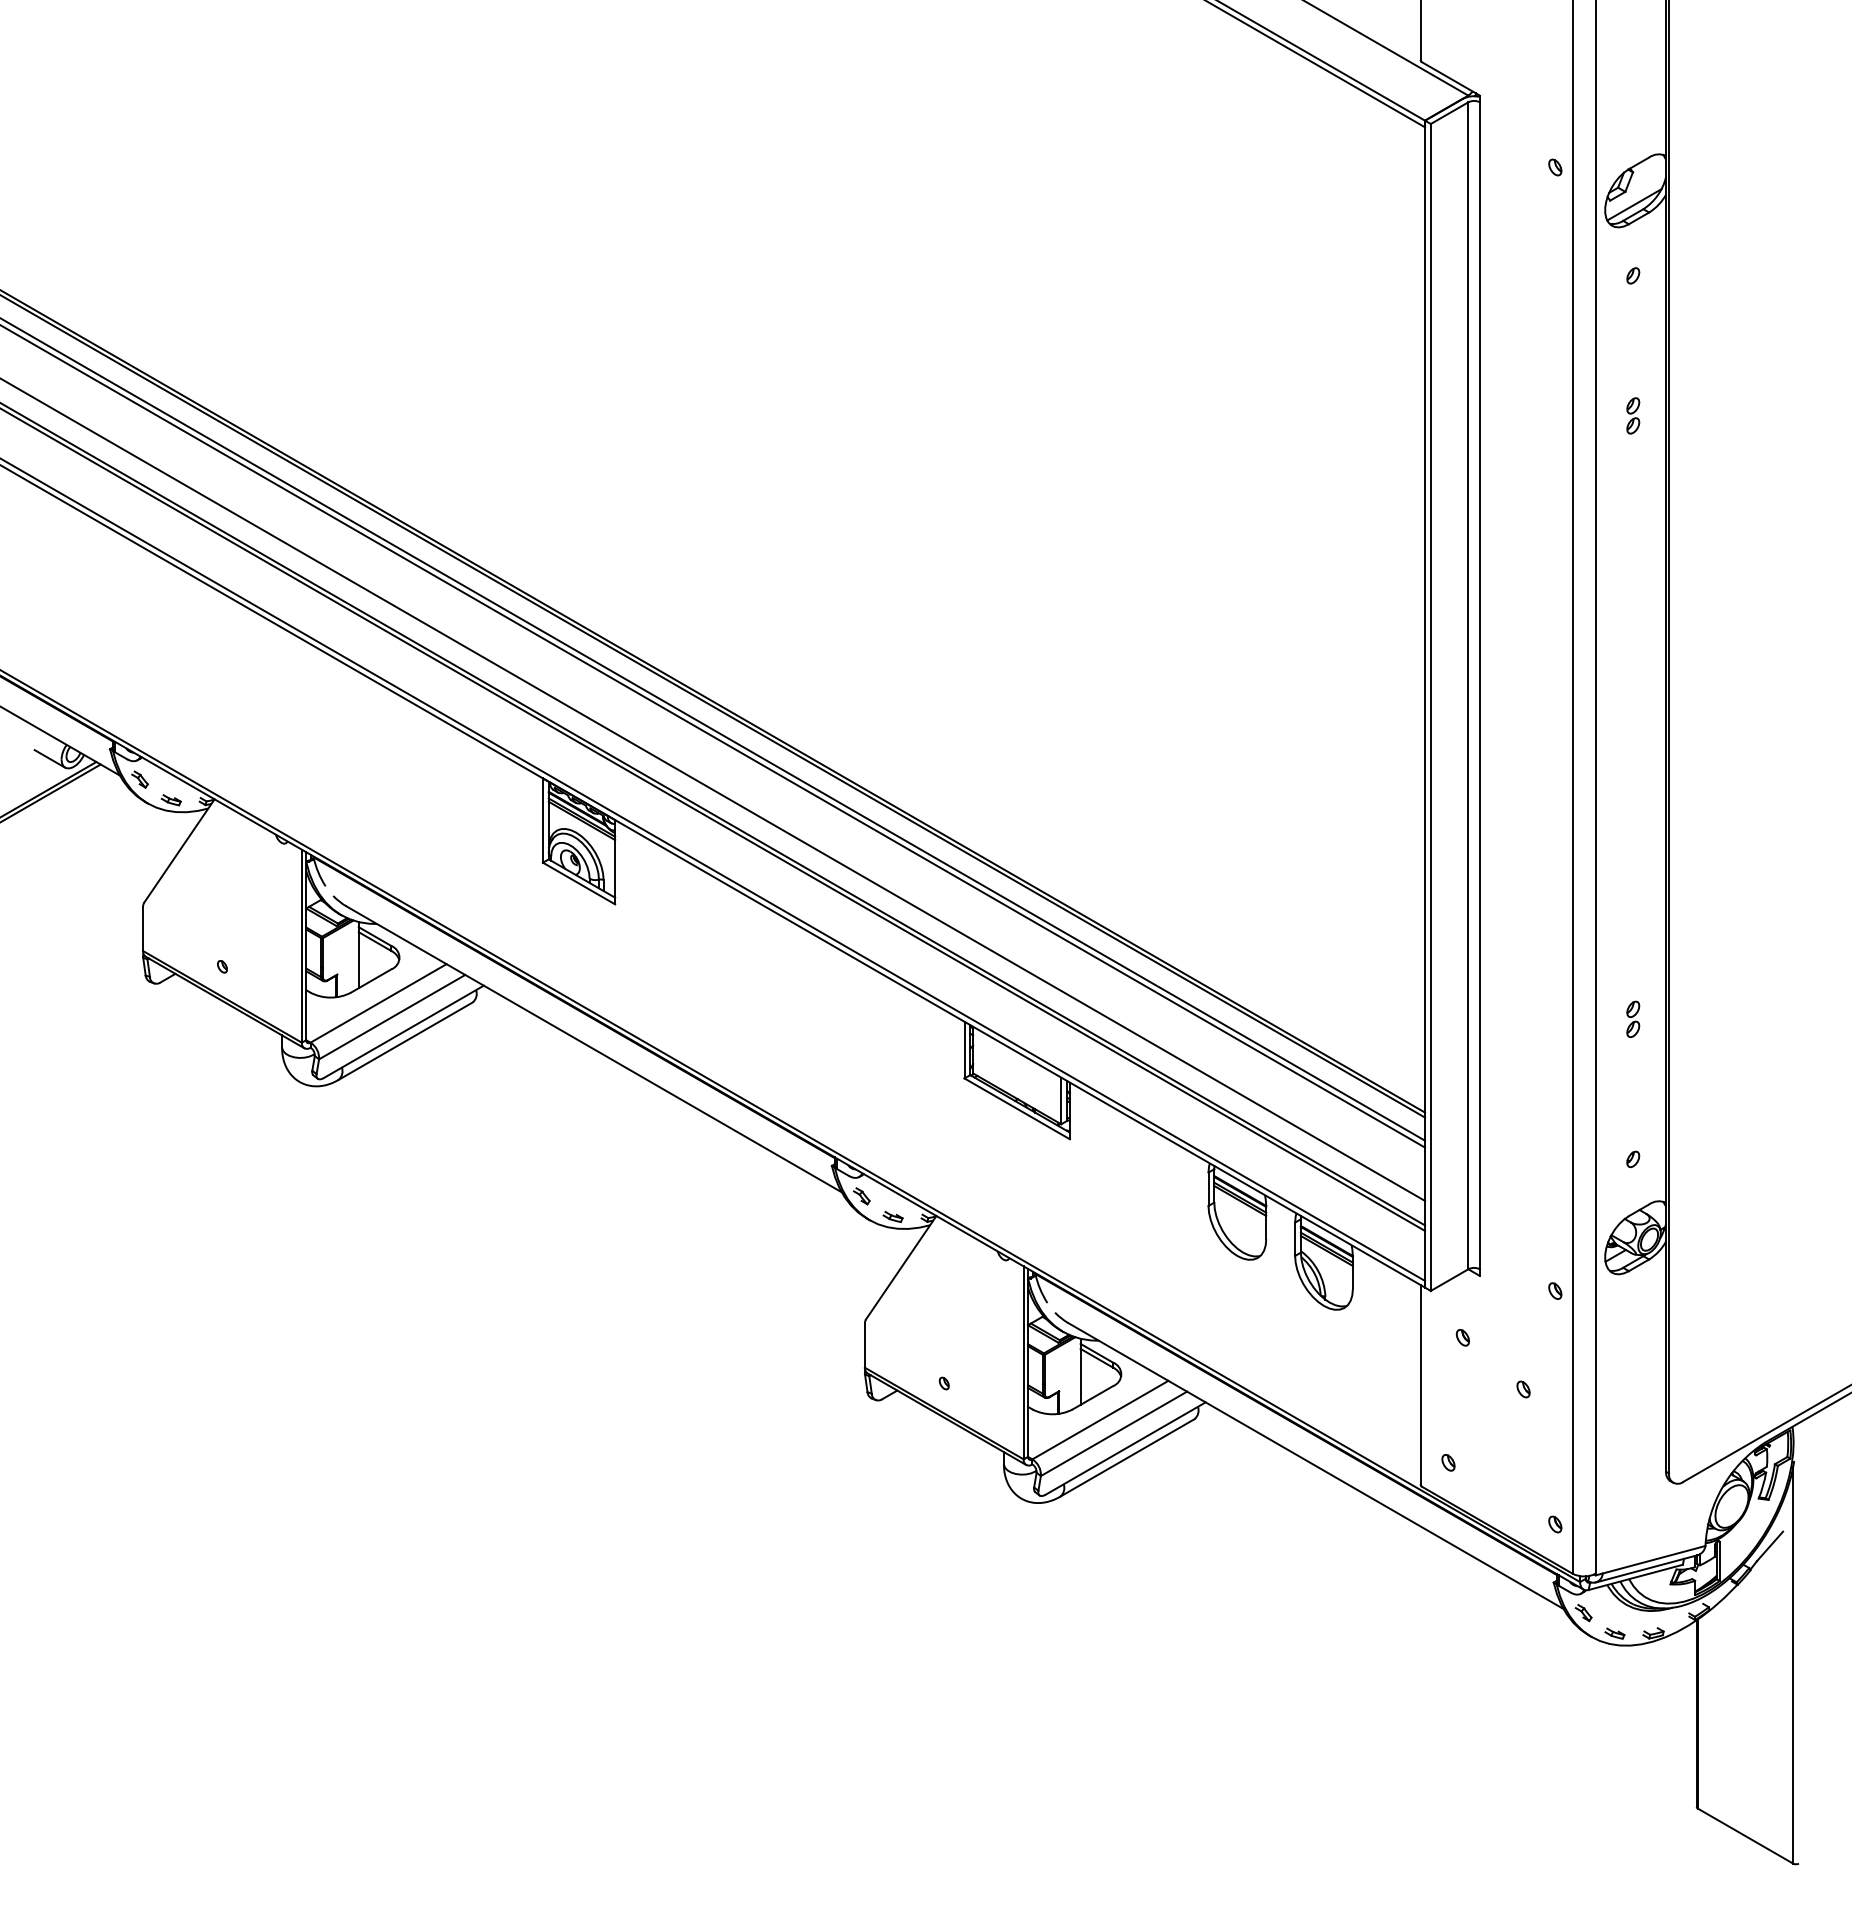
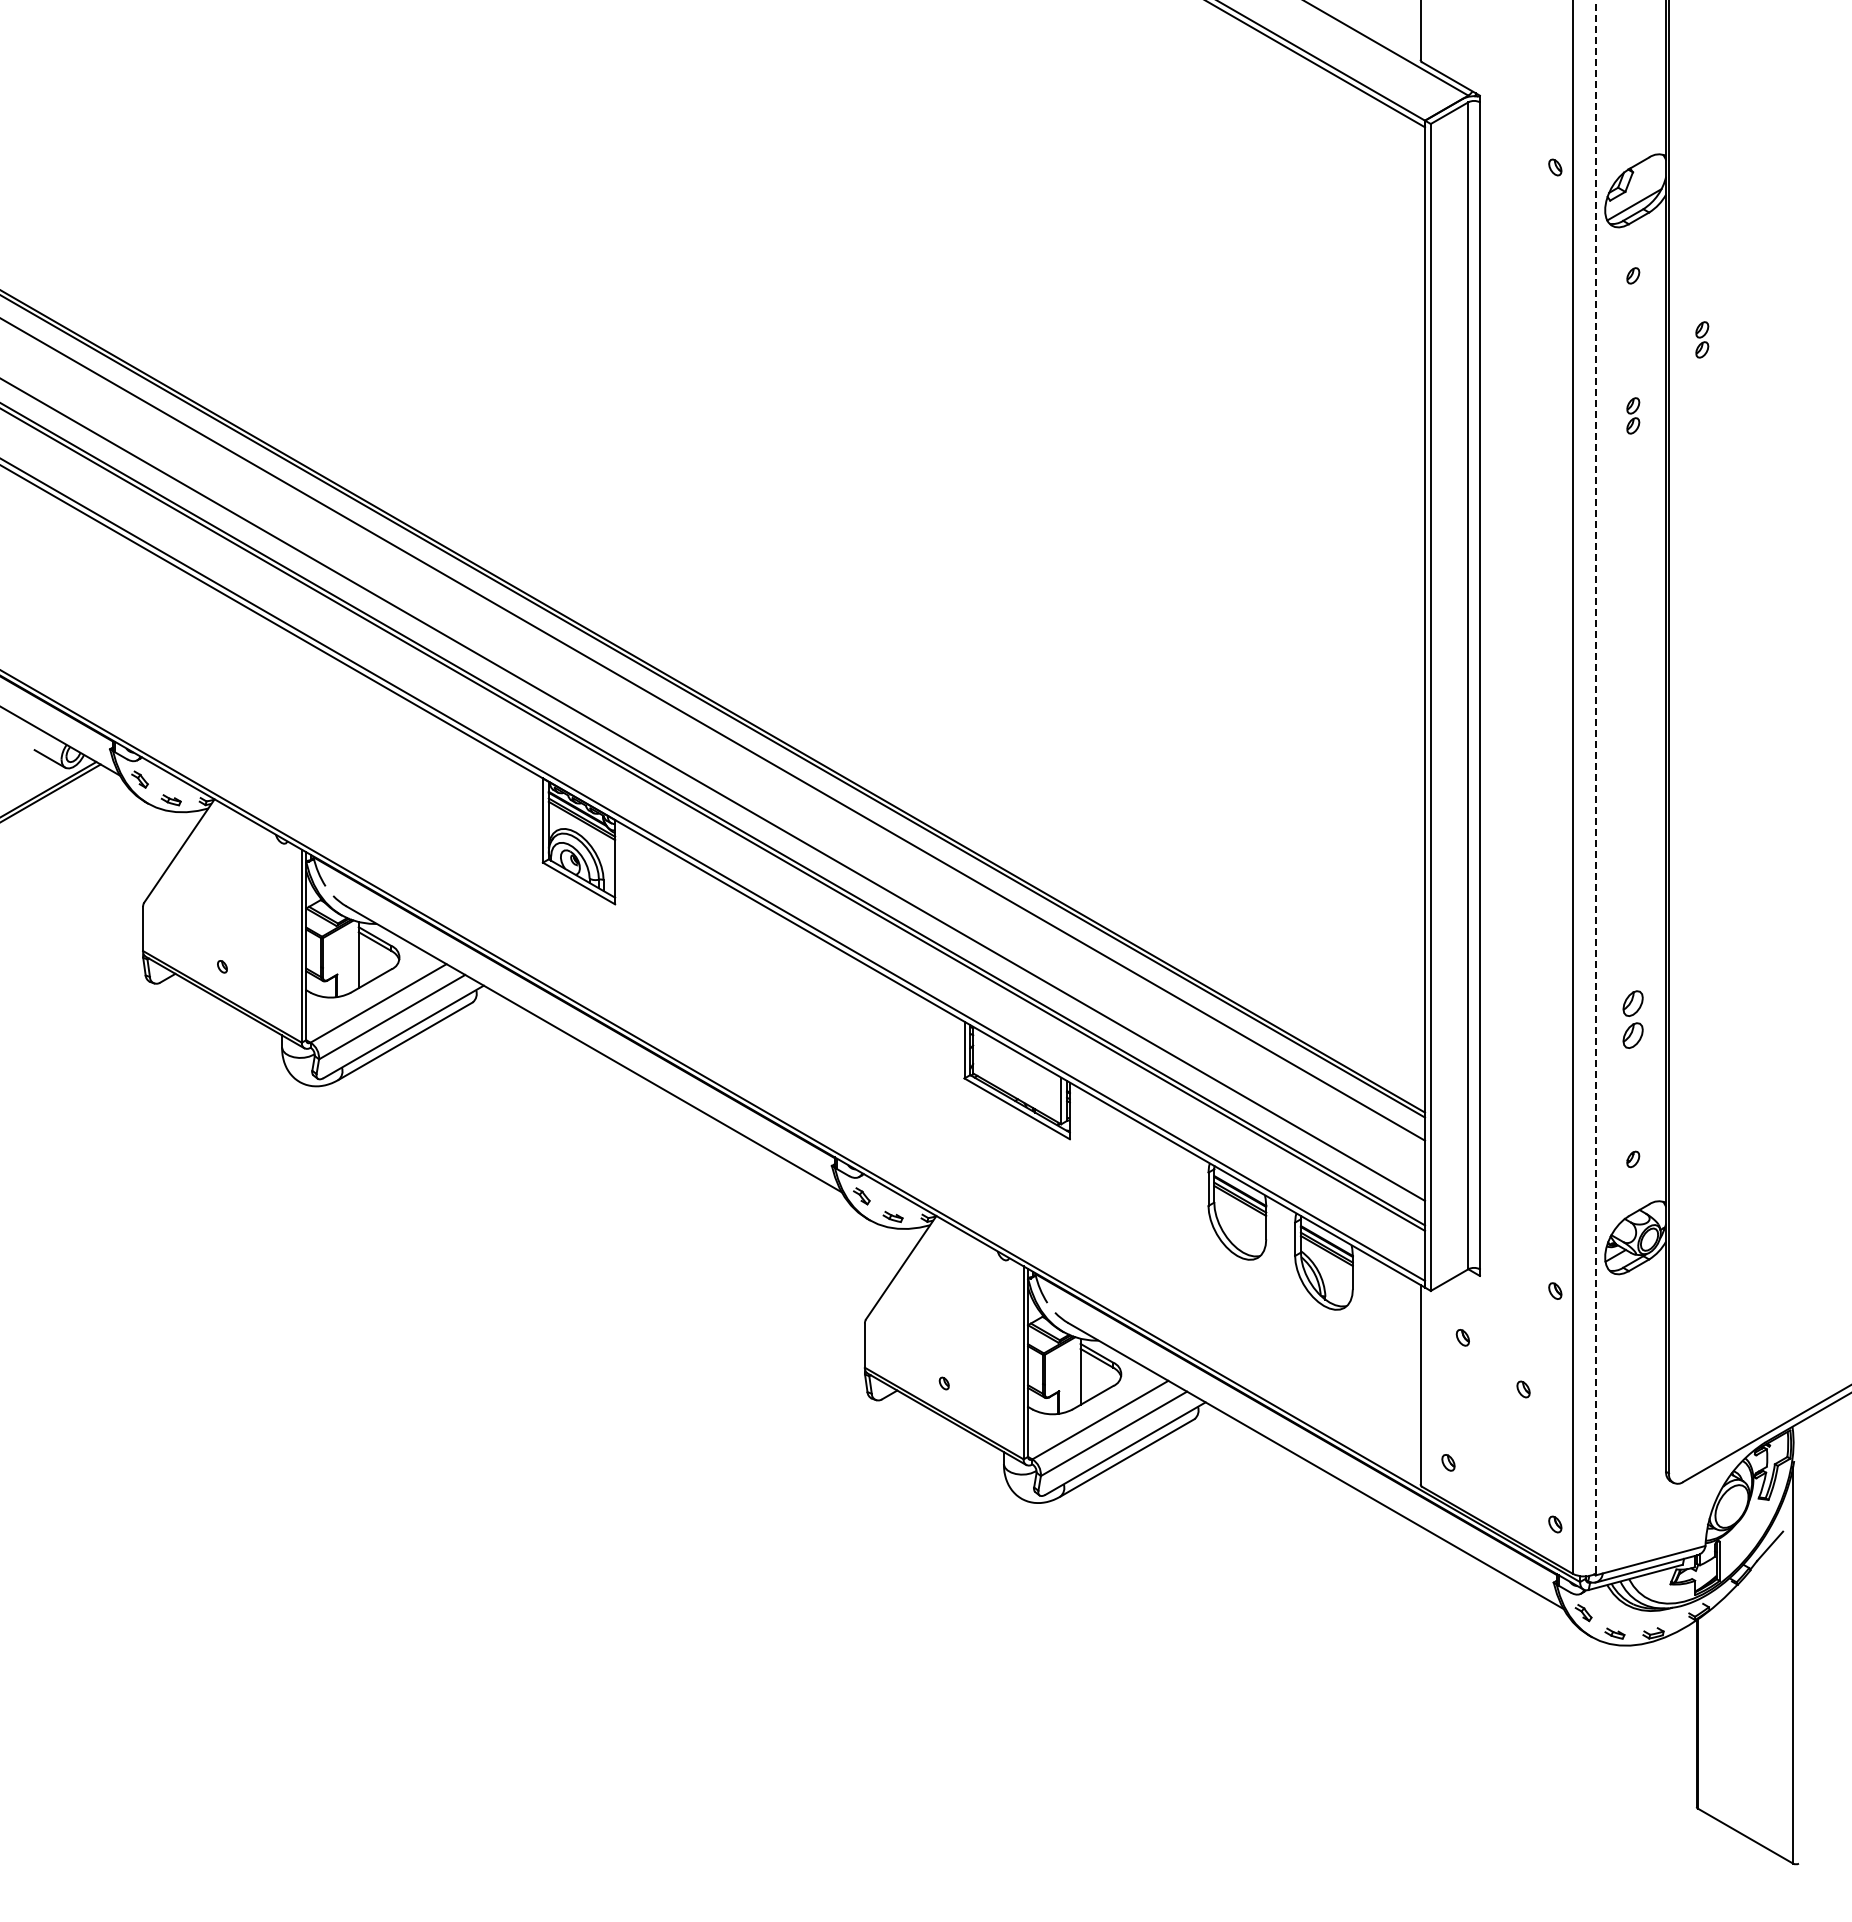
part at (1702, 339): none -> present
line at (713, 736): present -> none
line at (1595, 787): solid -> dashed
part at (1633, 1018) size: 15x38 px -> 22x59 px
